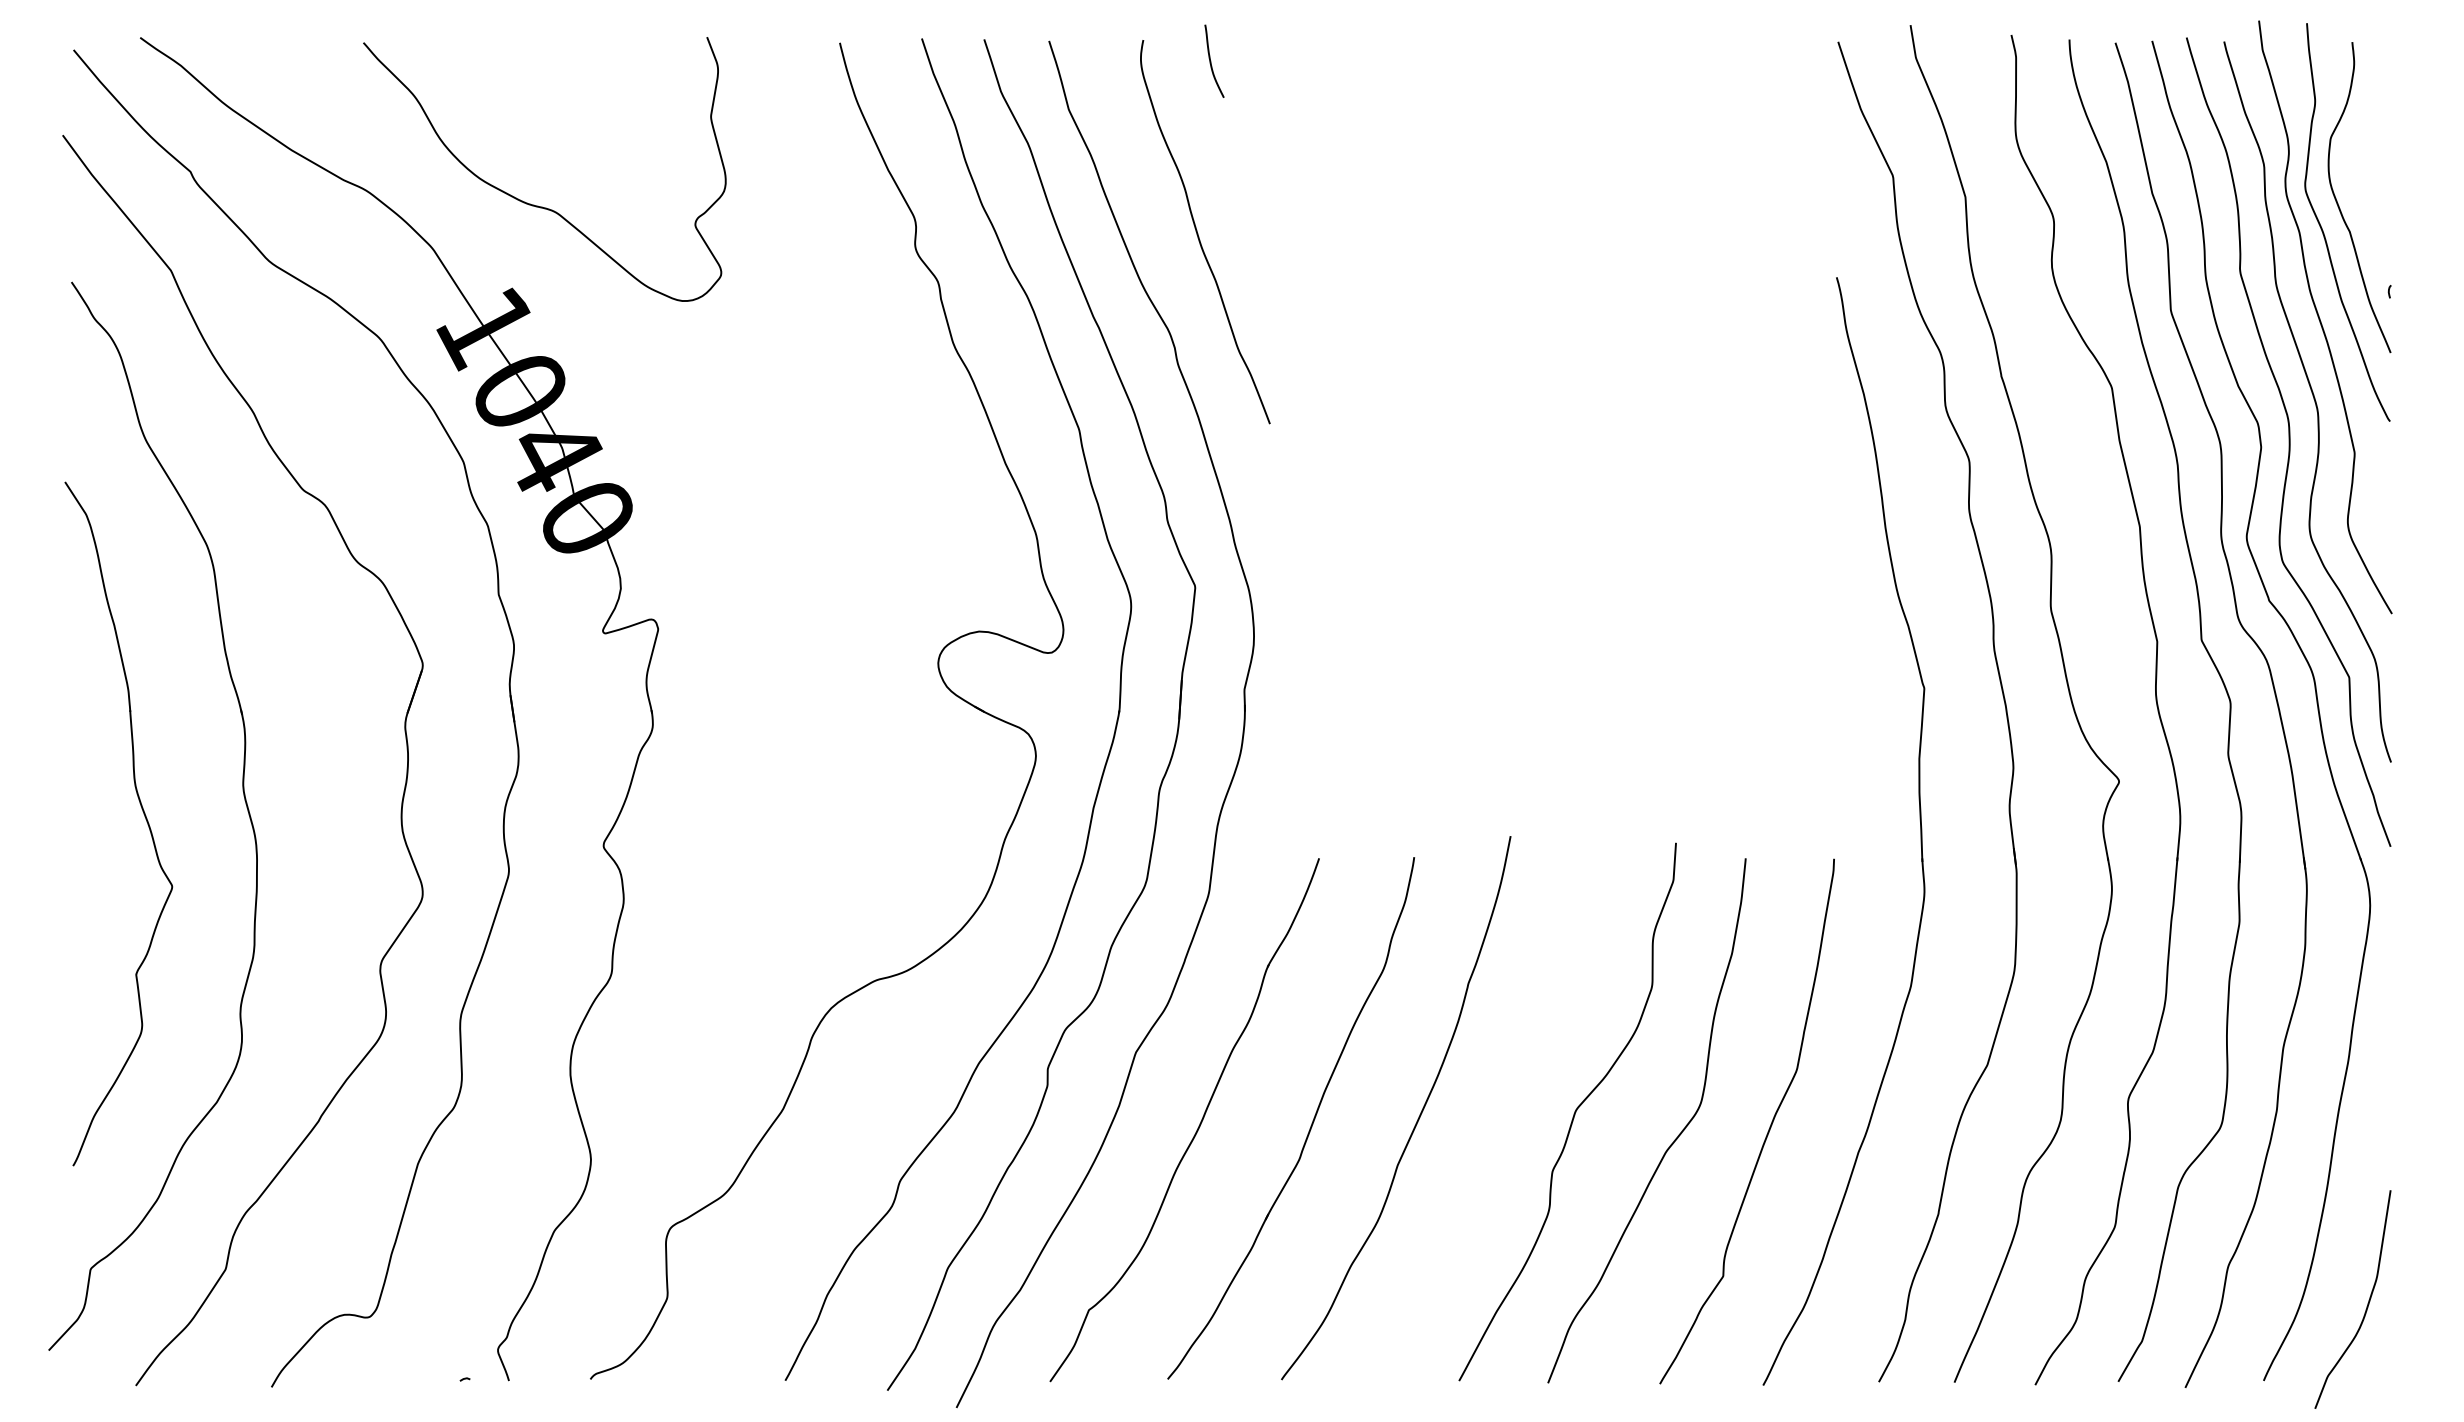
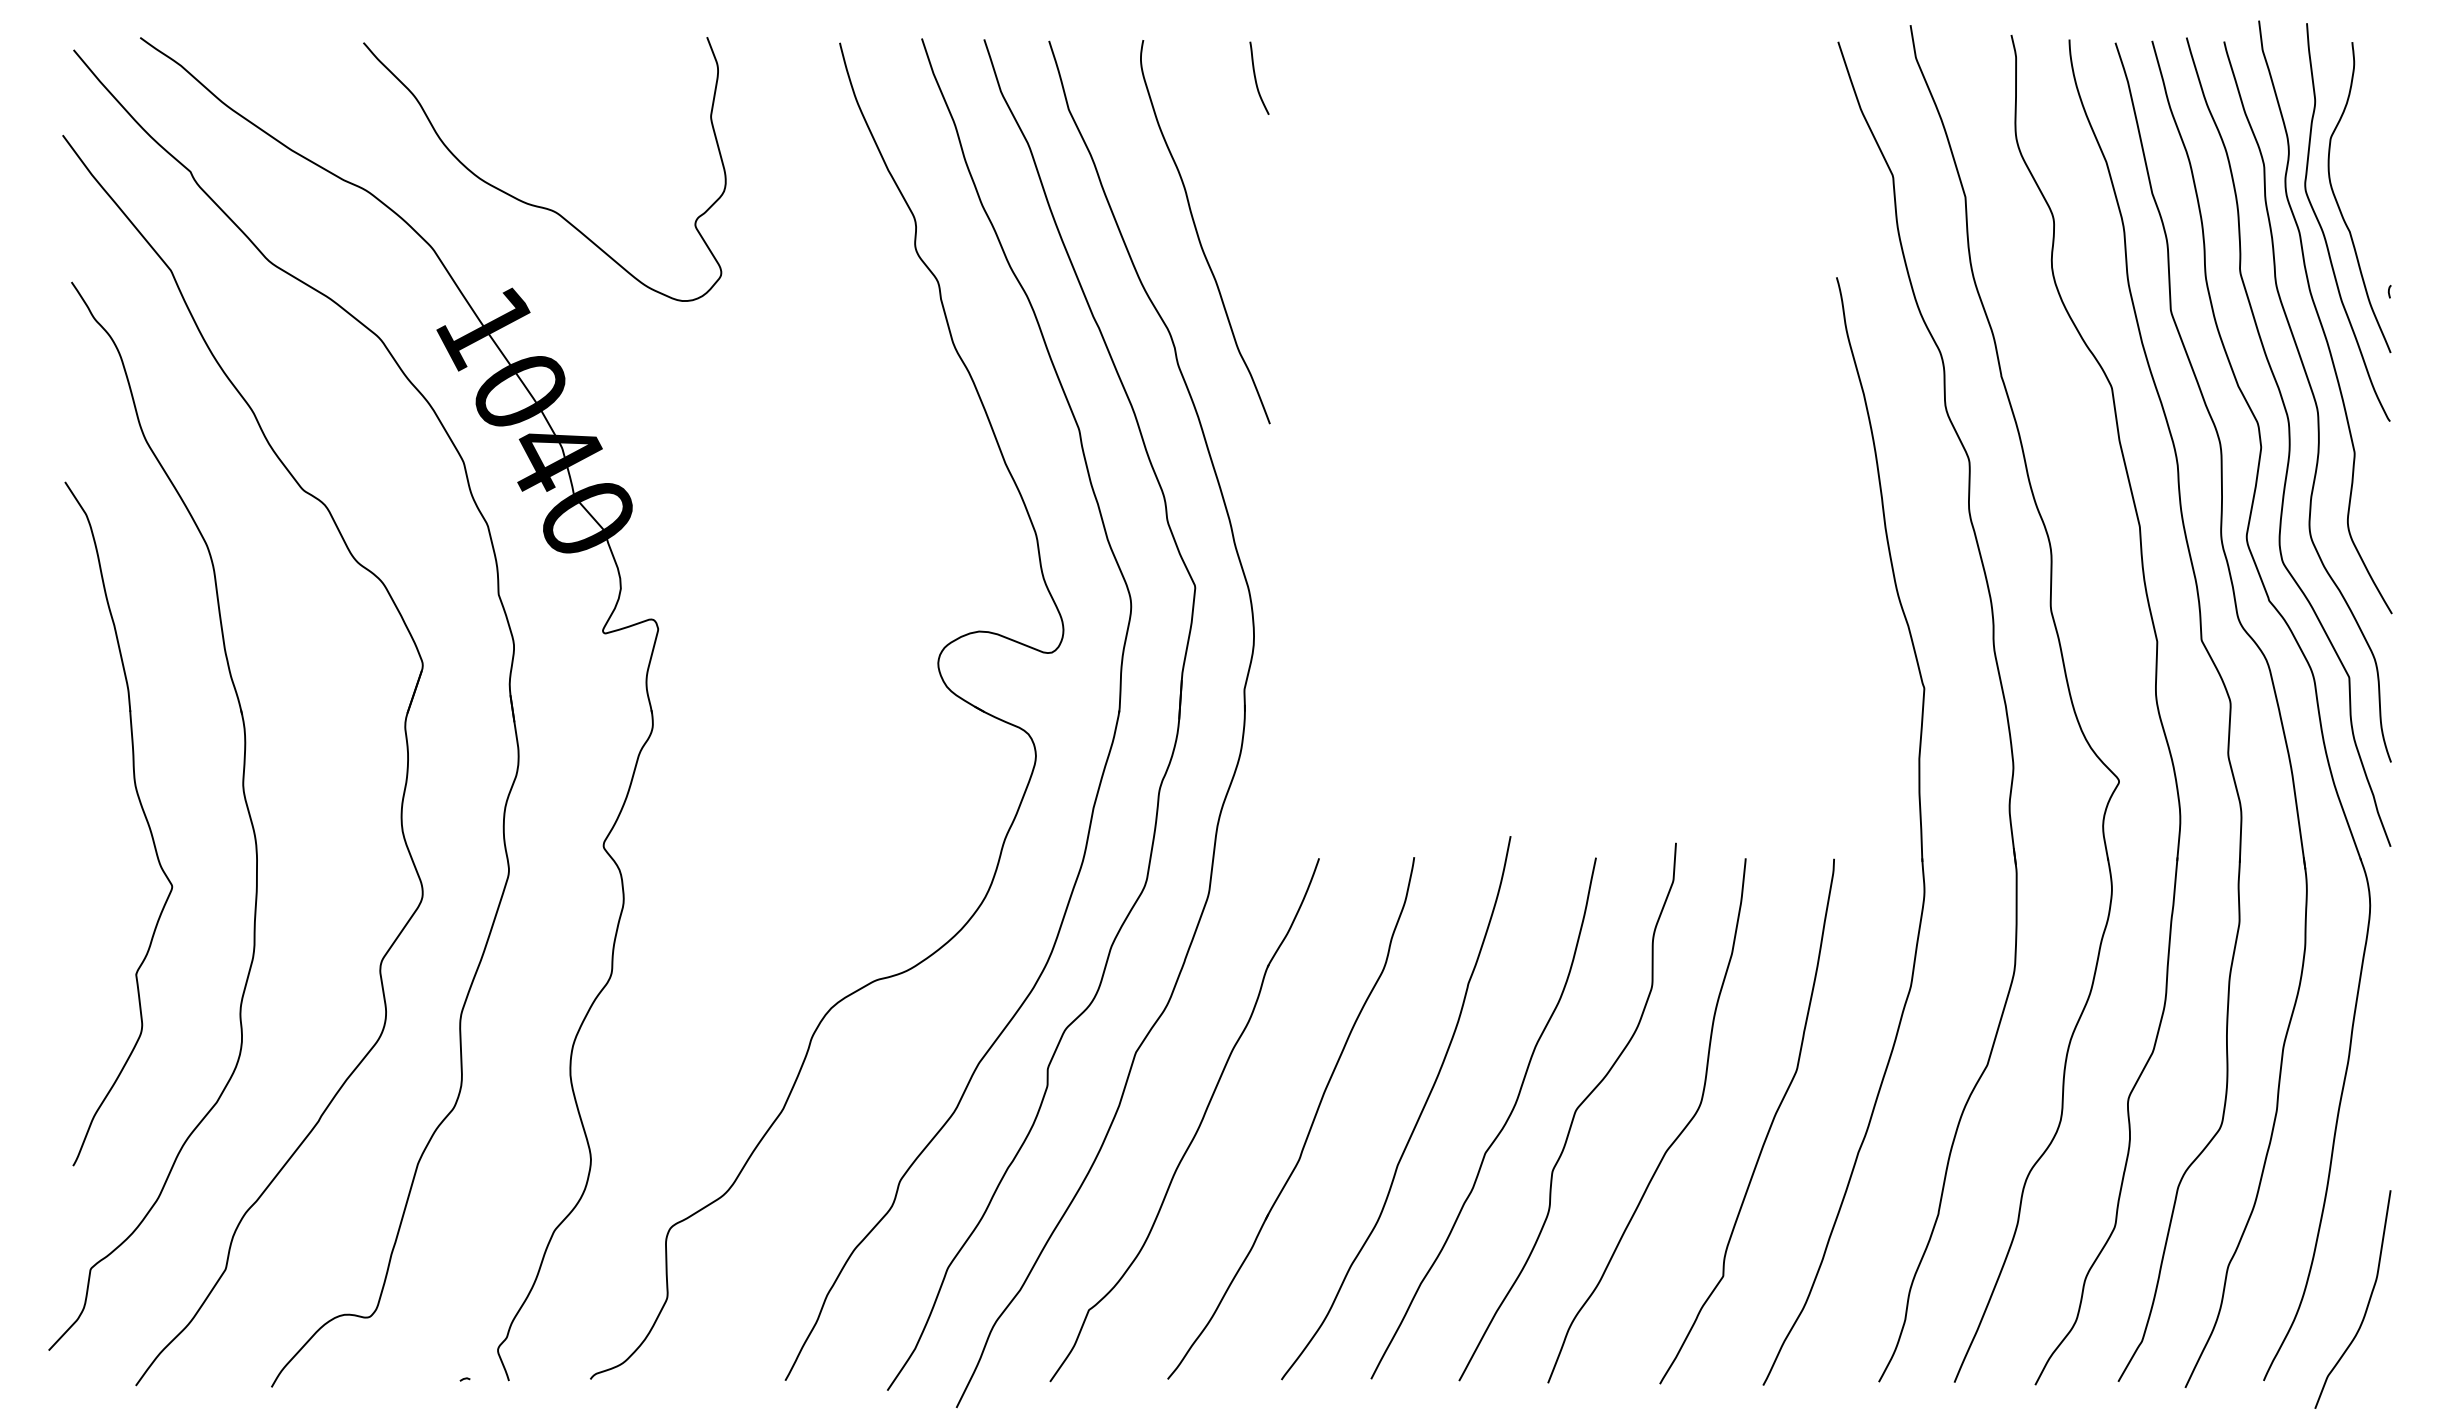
curve at (1211, 60) position: (1211, 60) -> (1256, 77)
curve at (1498, 1132): none -> present
